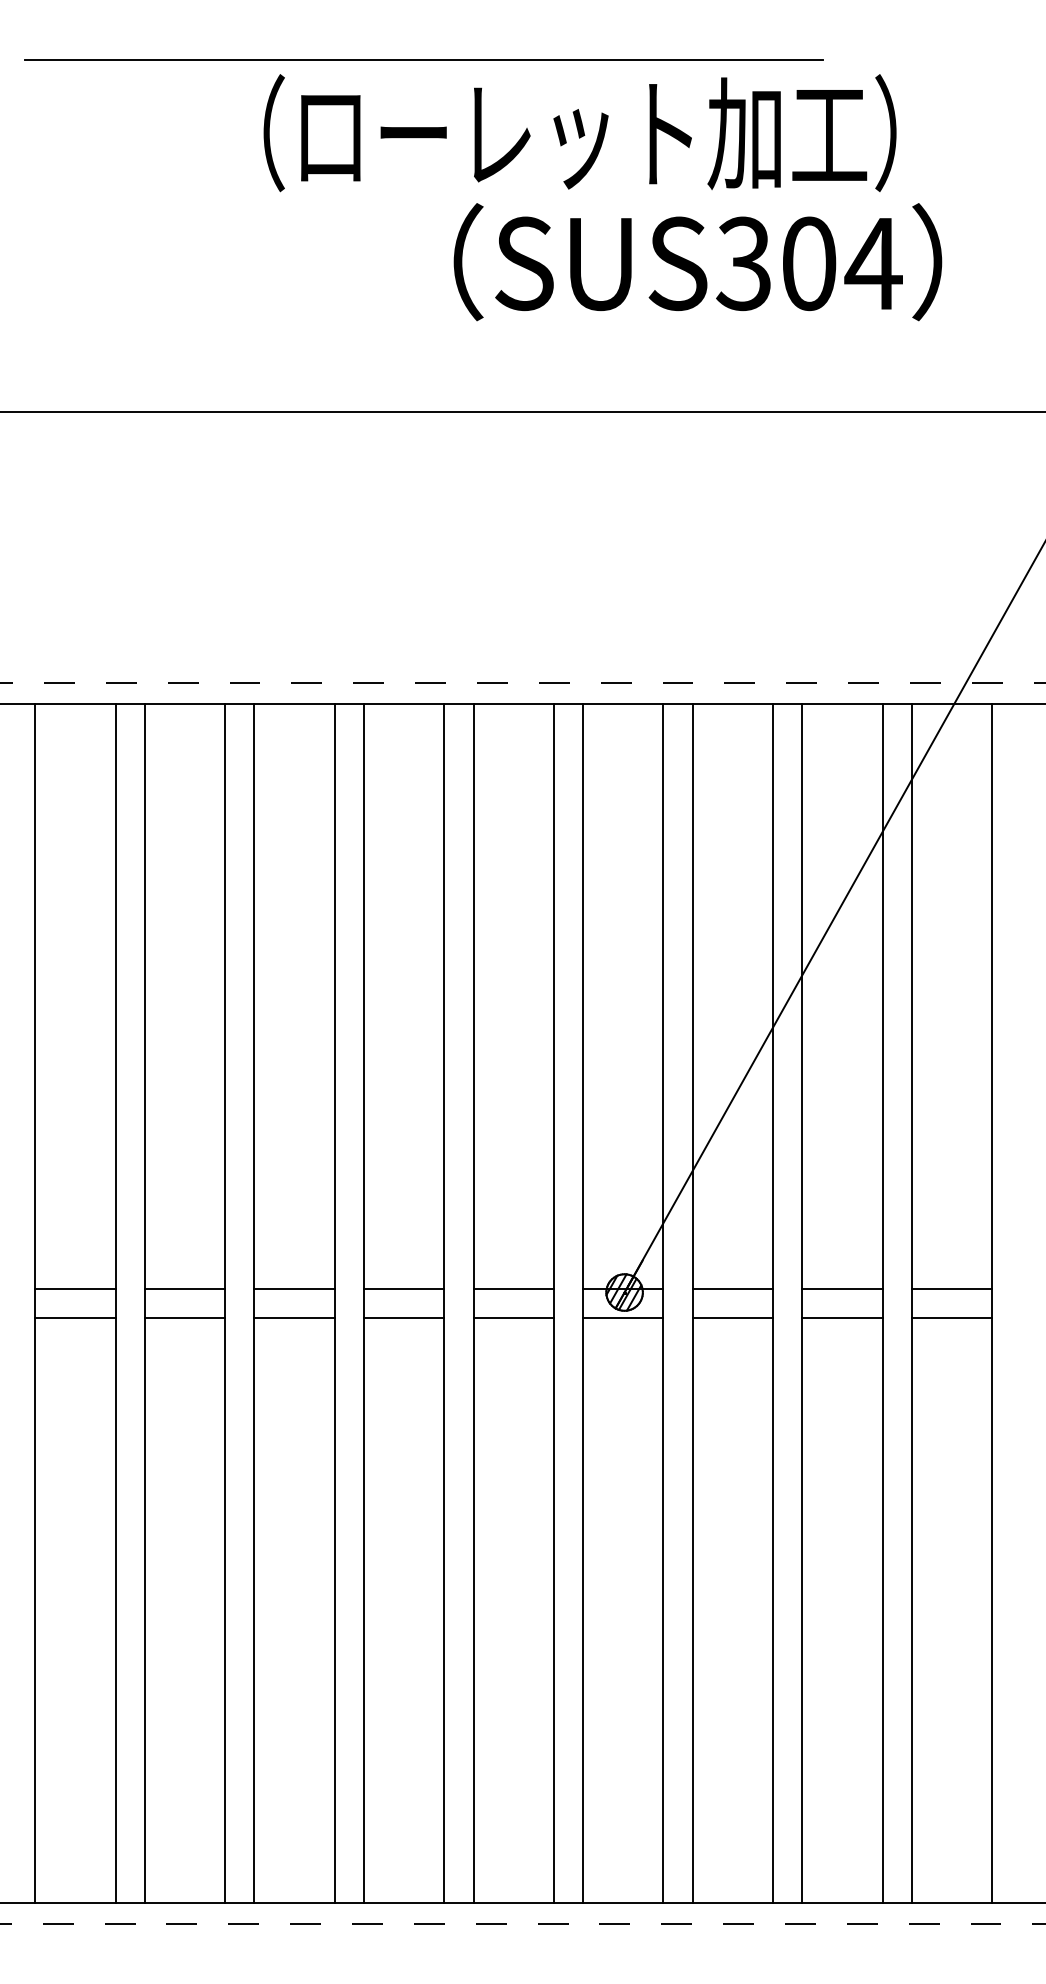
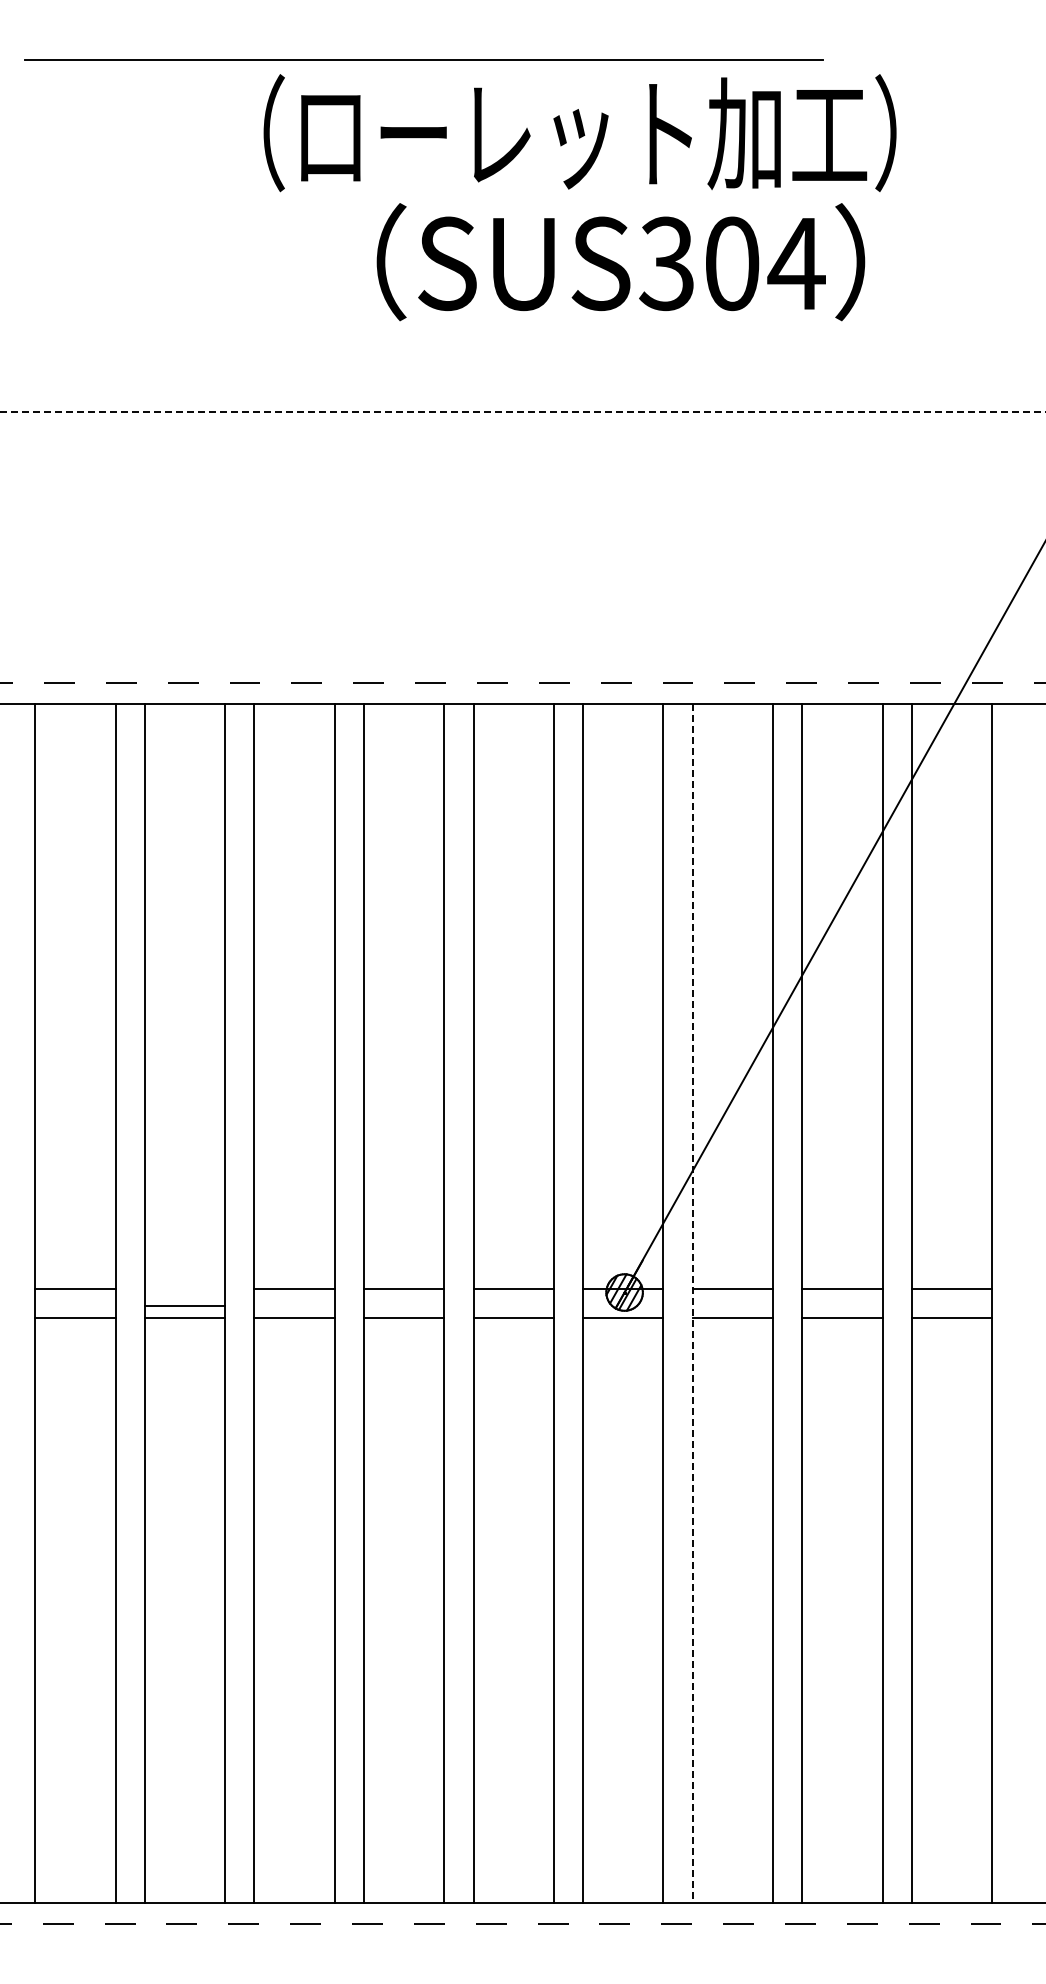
text at (697, 262) position: (697, 262) -> (620, 262)
line at (523, 412): solid -> dashed
line at (184, 1288) position: (184, 1288) -> (184, 1305)
line at (692, 1304): solid -> dashed
